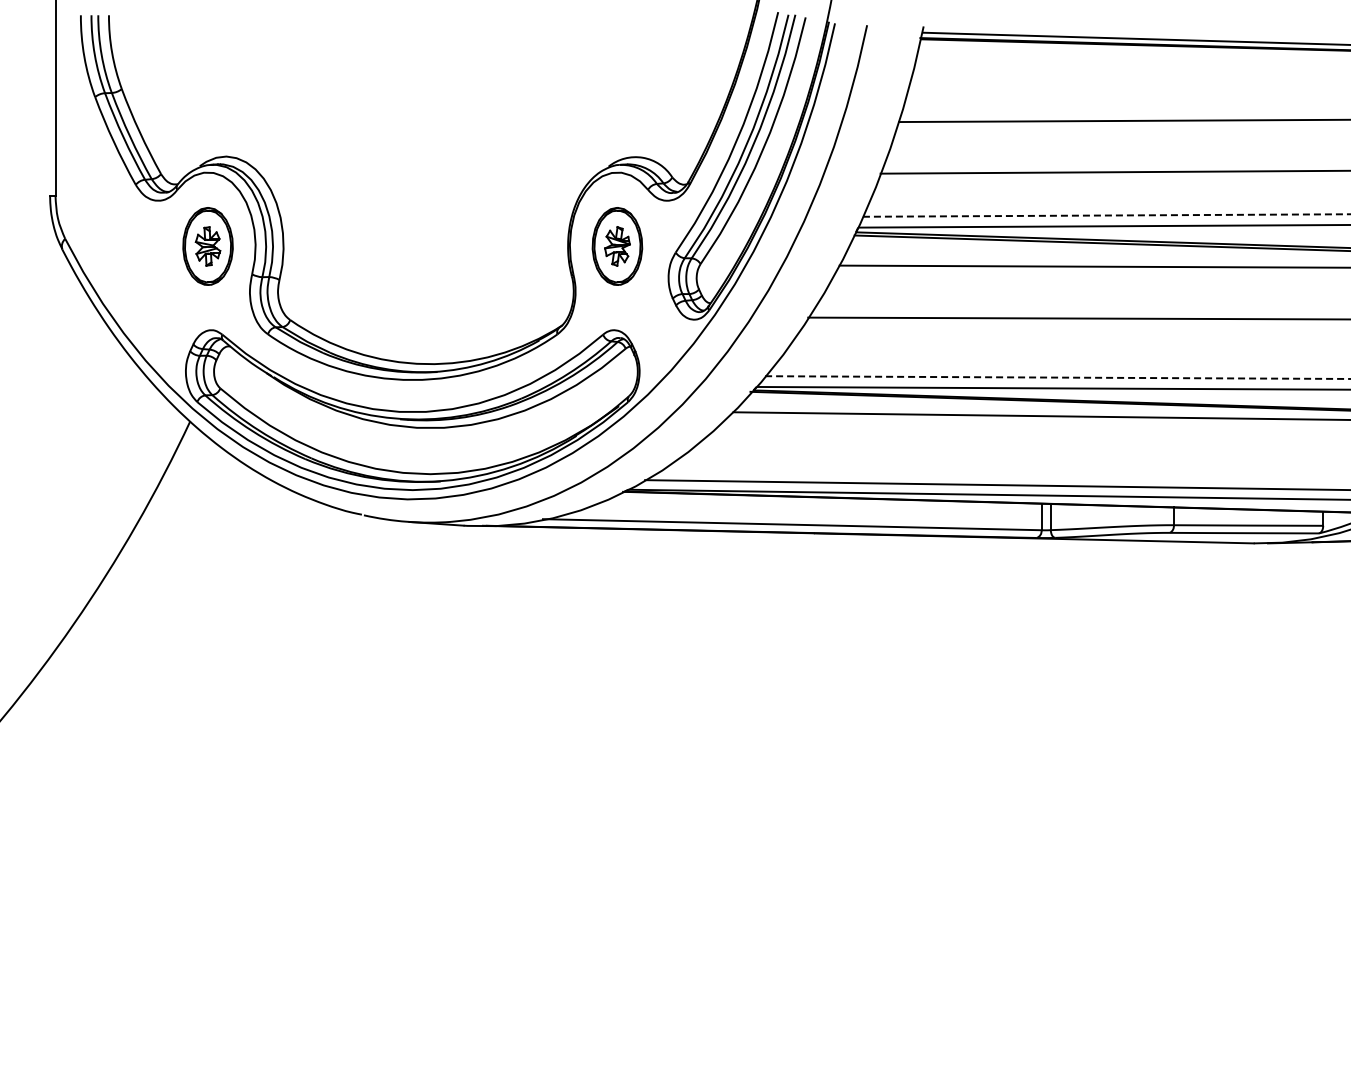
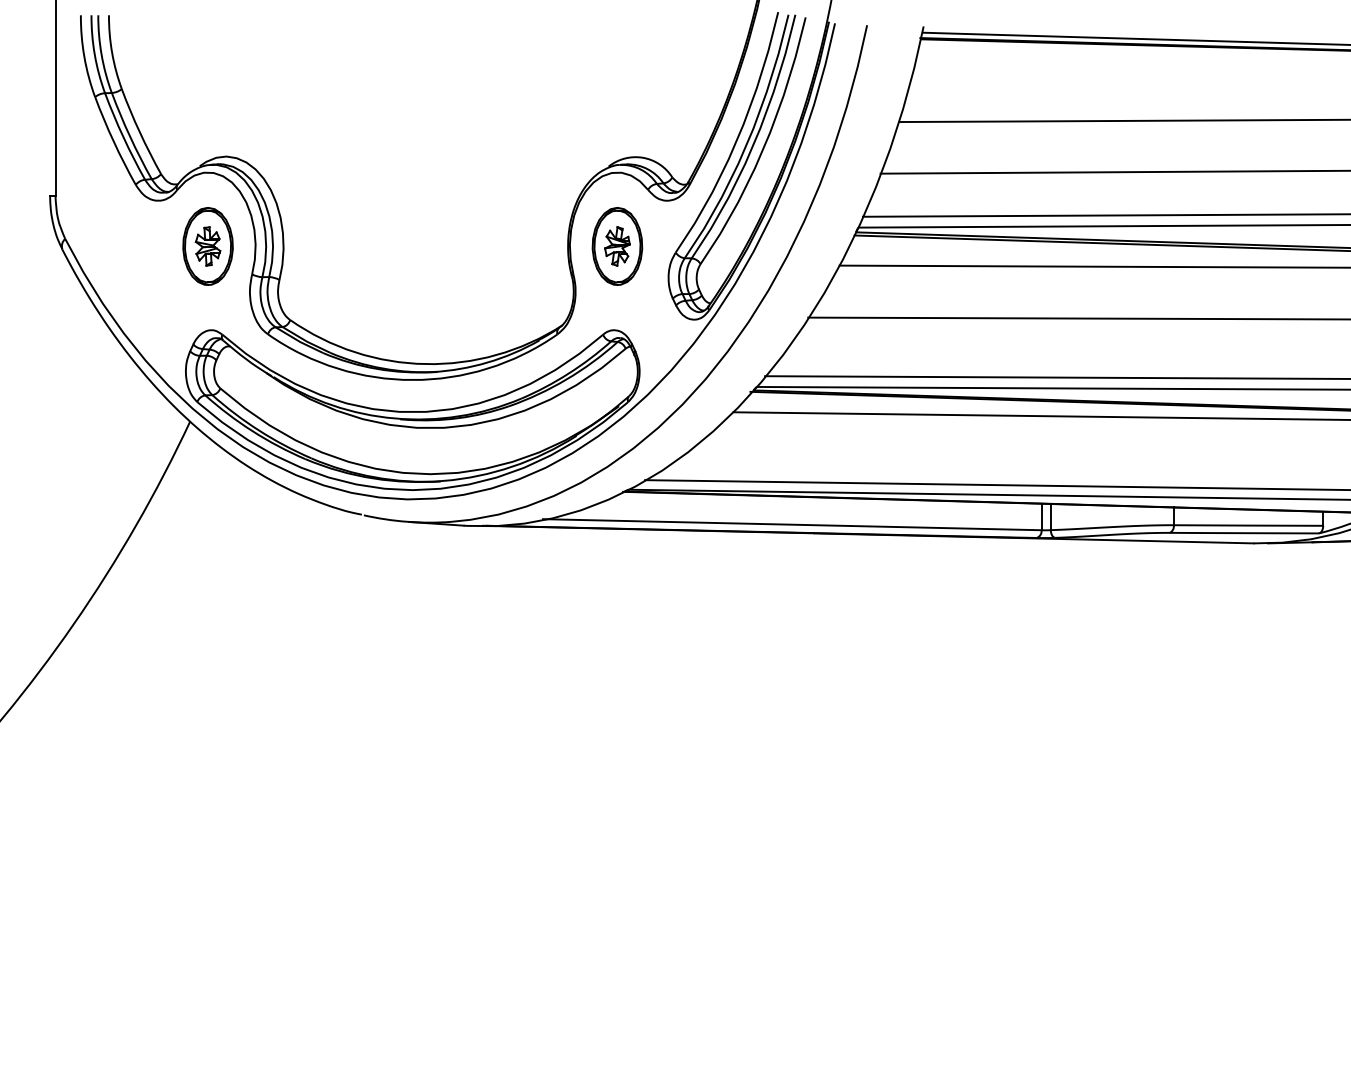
line at (1106, 215): dashed -> solid
line at (1057, 377): dashed -> solid
